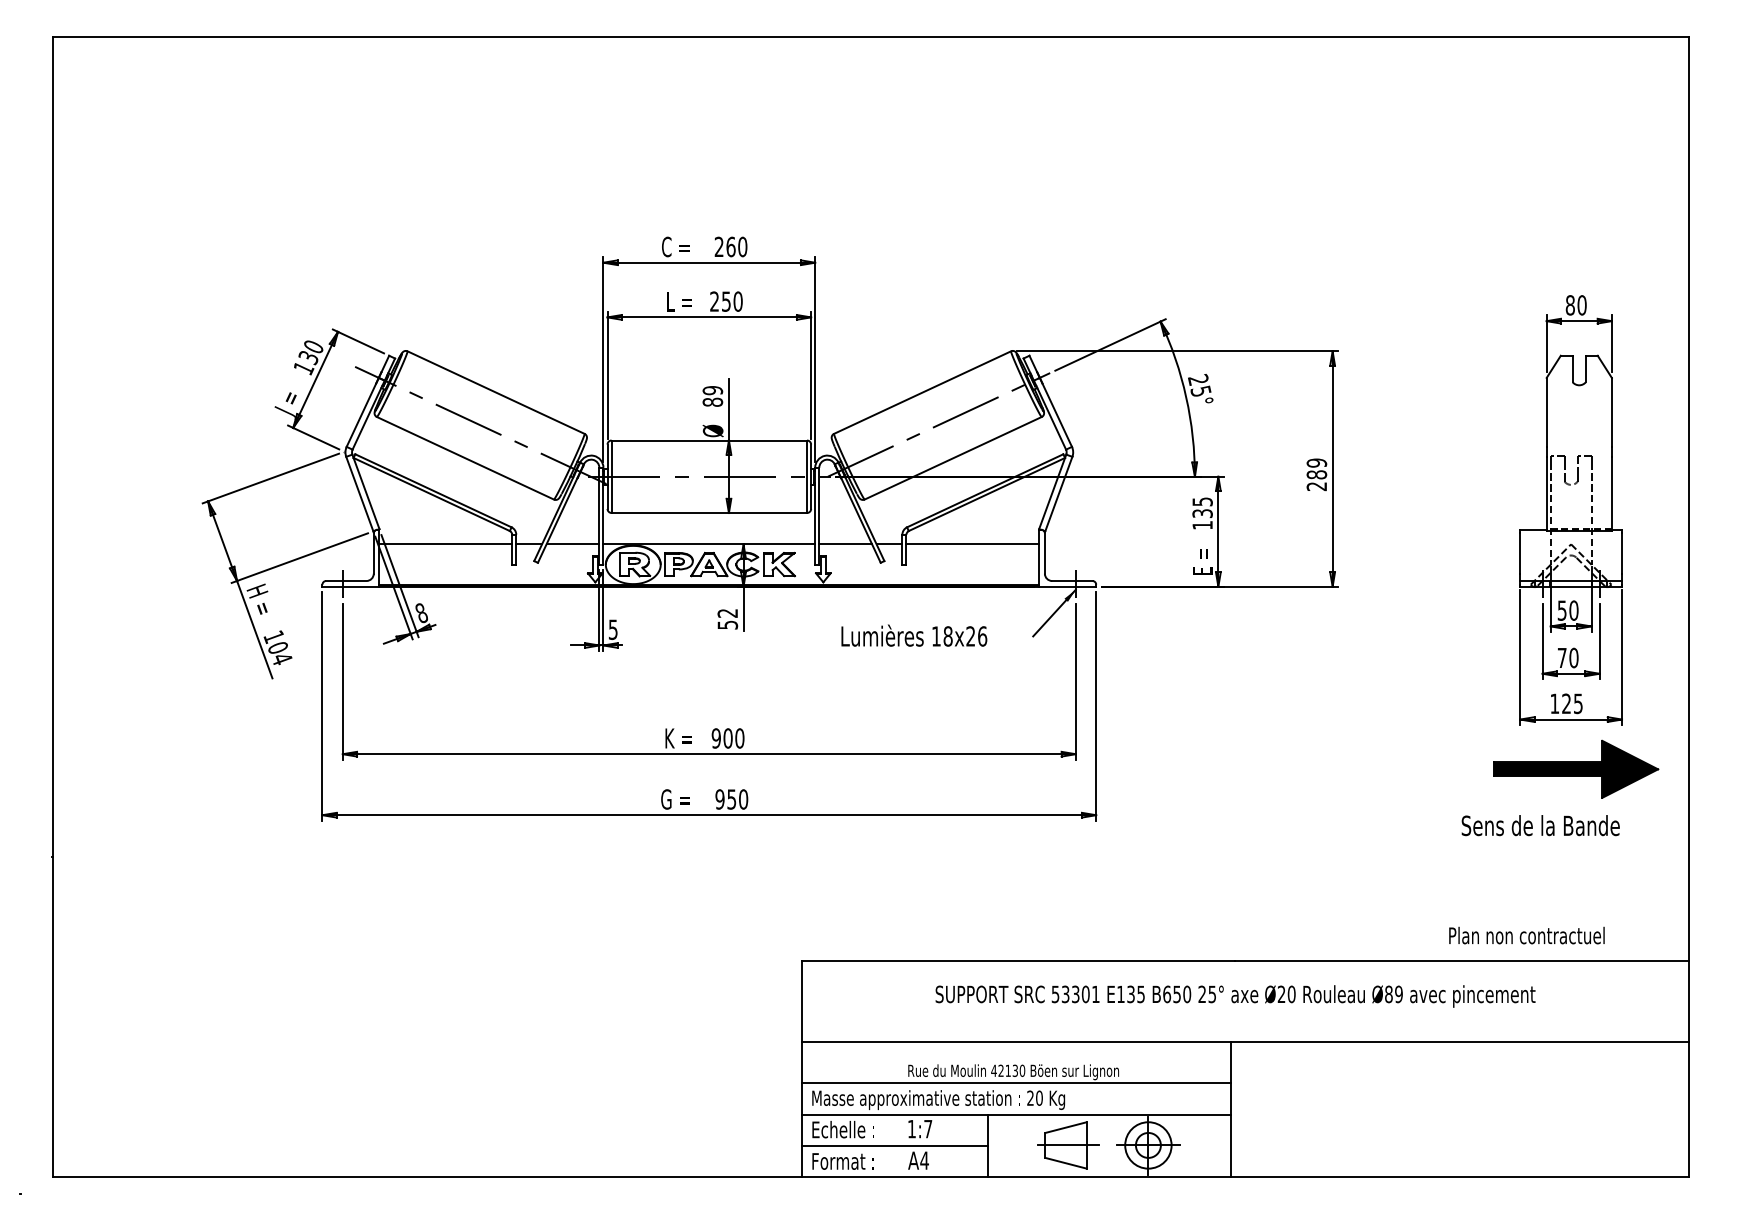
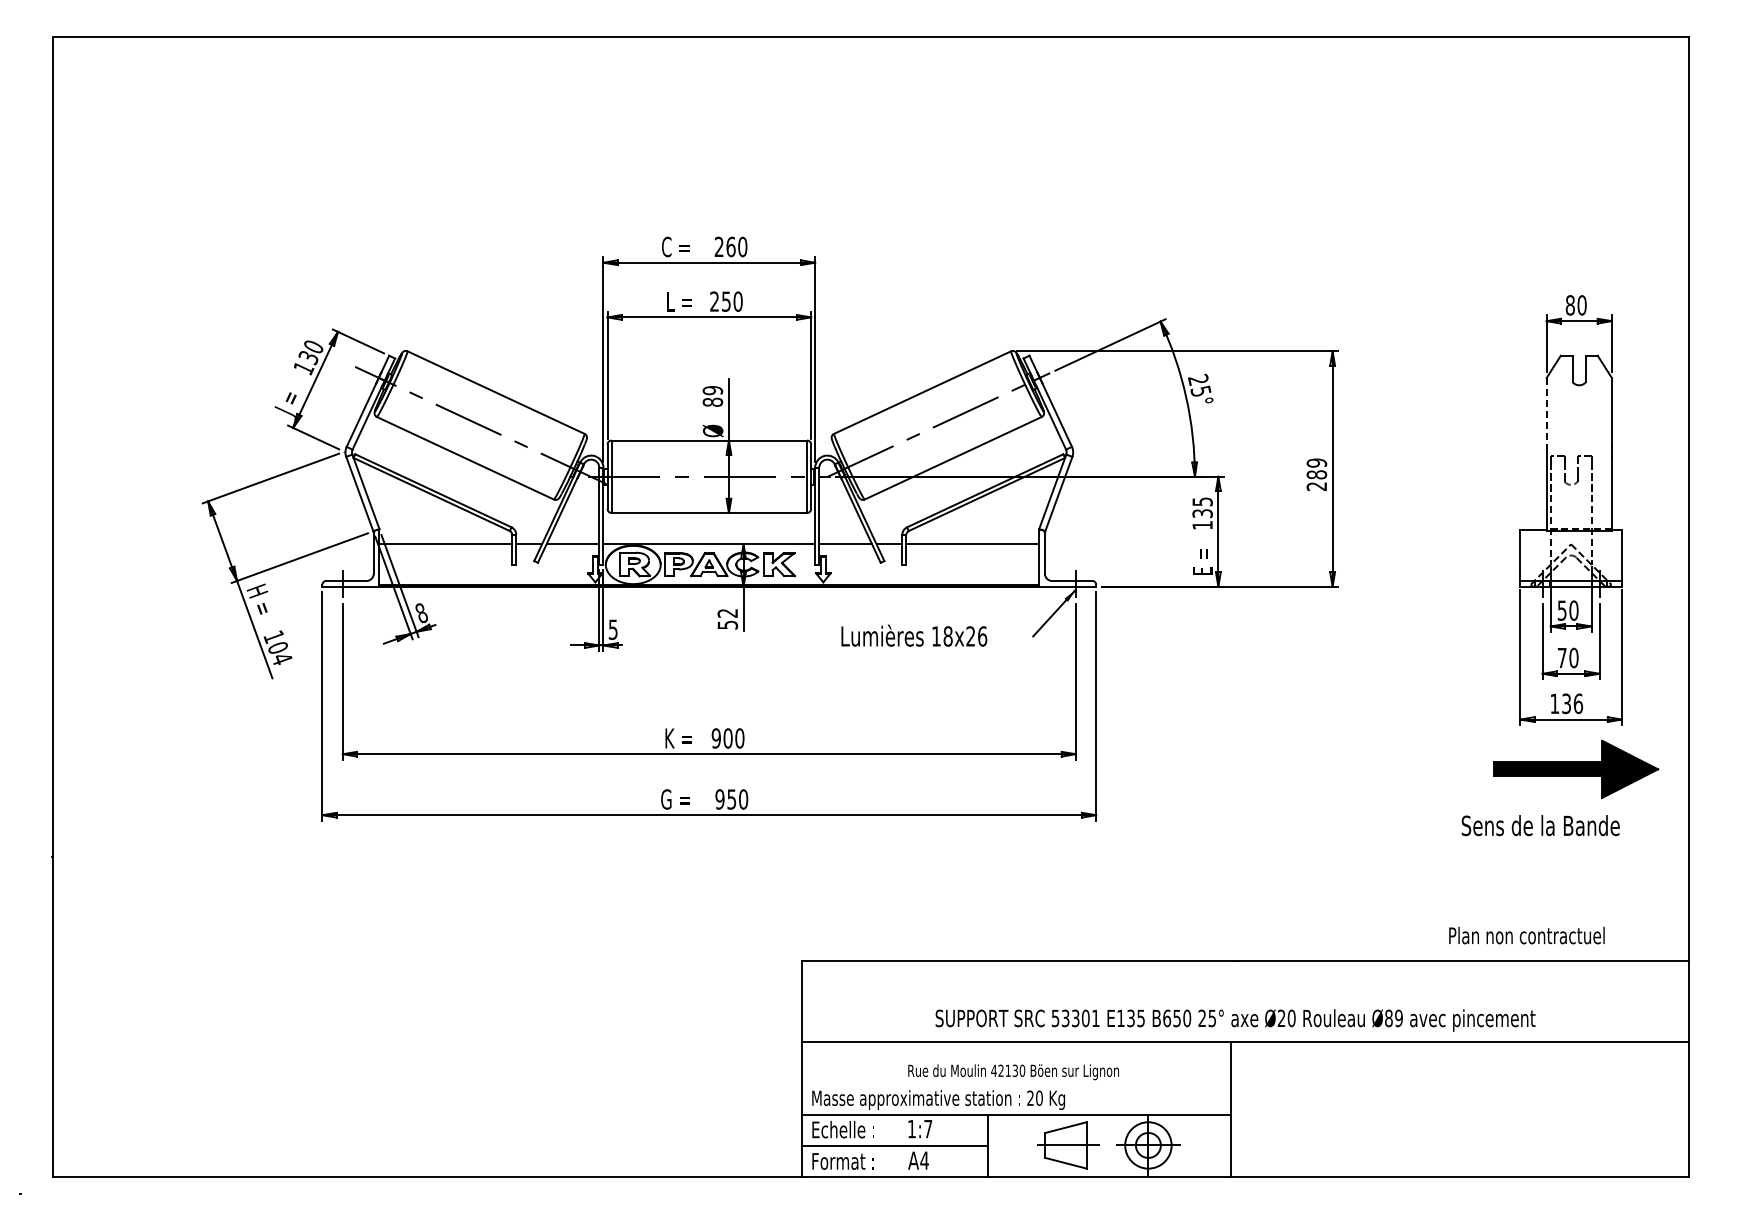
line at (1546, 412): solid -> dashed
text at (1572, 703): 125 -> 136
text at (1235, 996) position: (1235, 996) -> (1235, 1020)
line at (1015, 1083): present -> none
